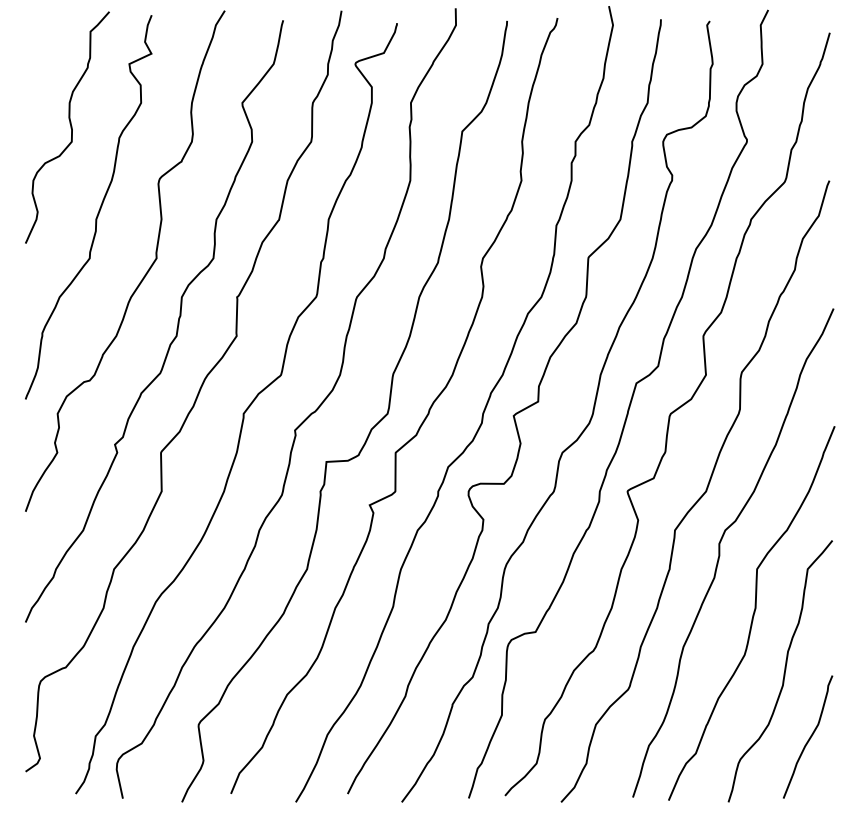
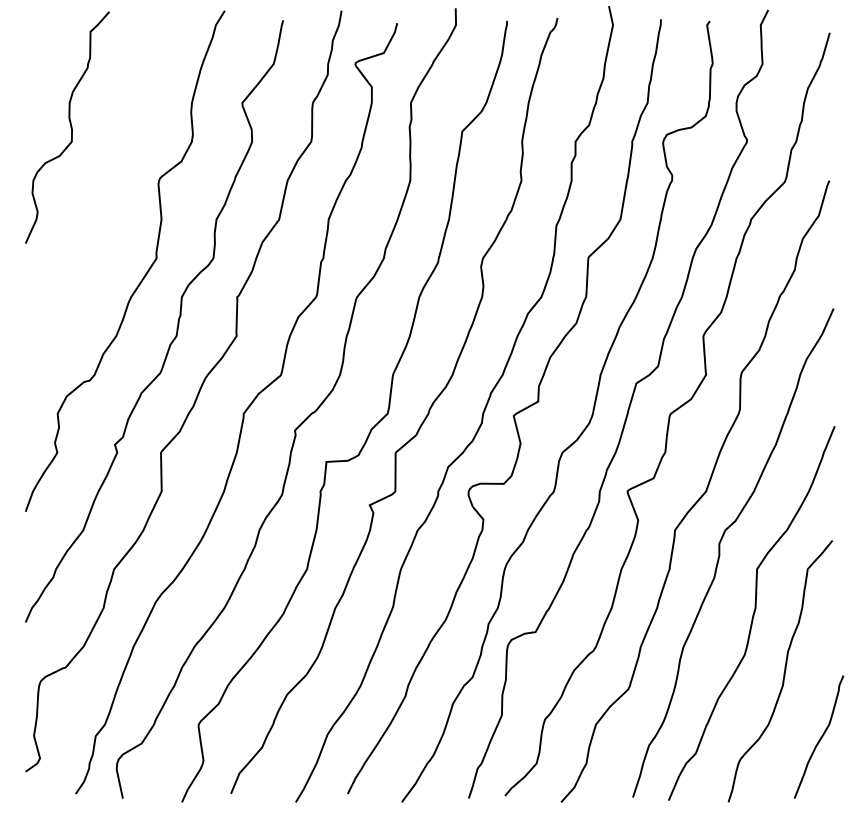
curve at (98, 210): present -> none
curve at (809, 737) position: (809, 737) -> (820, 737)
